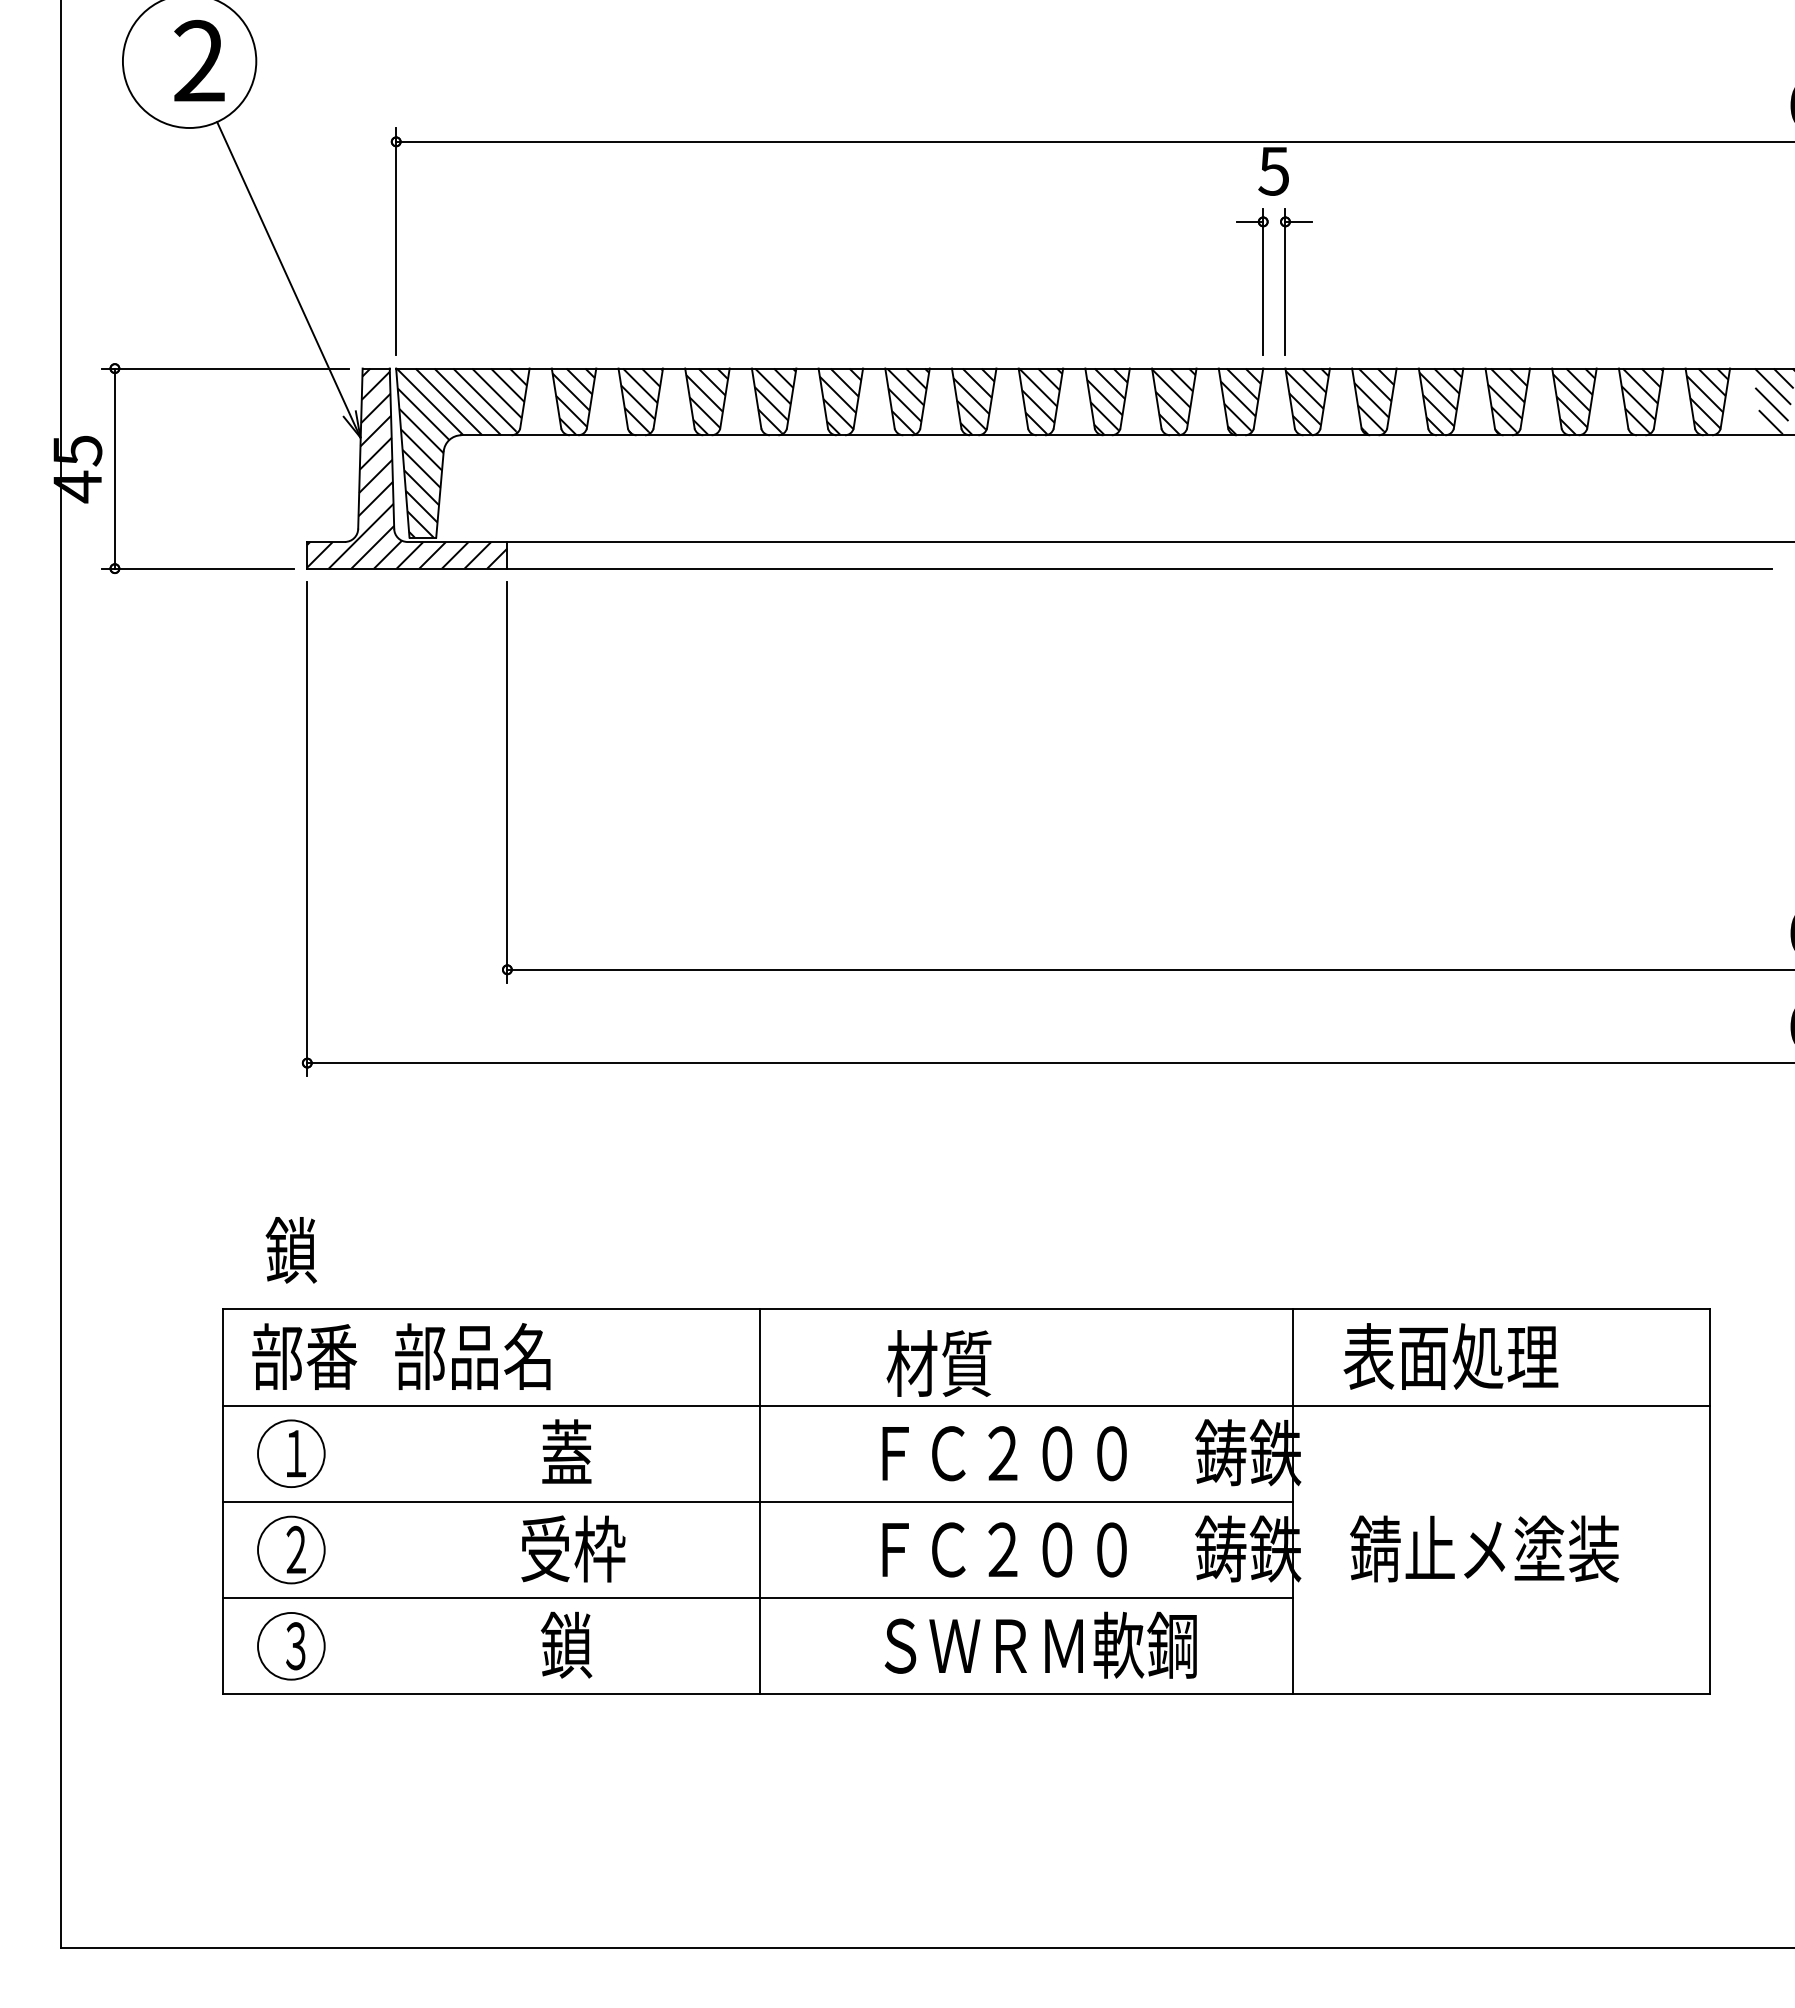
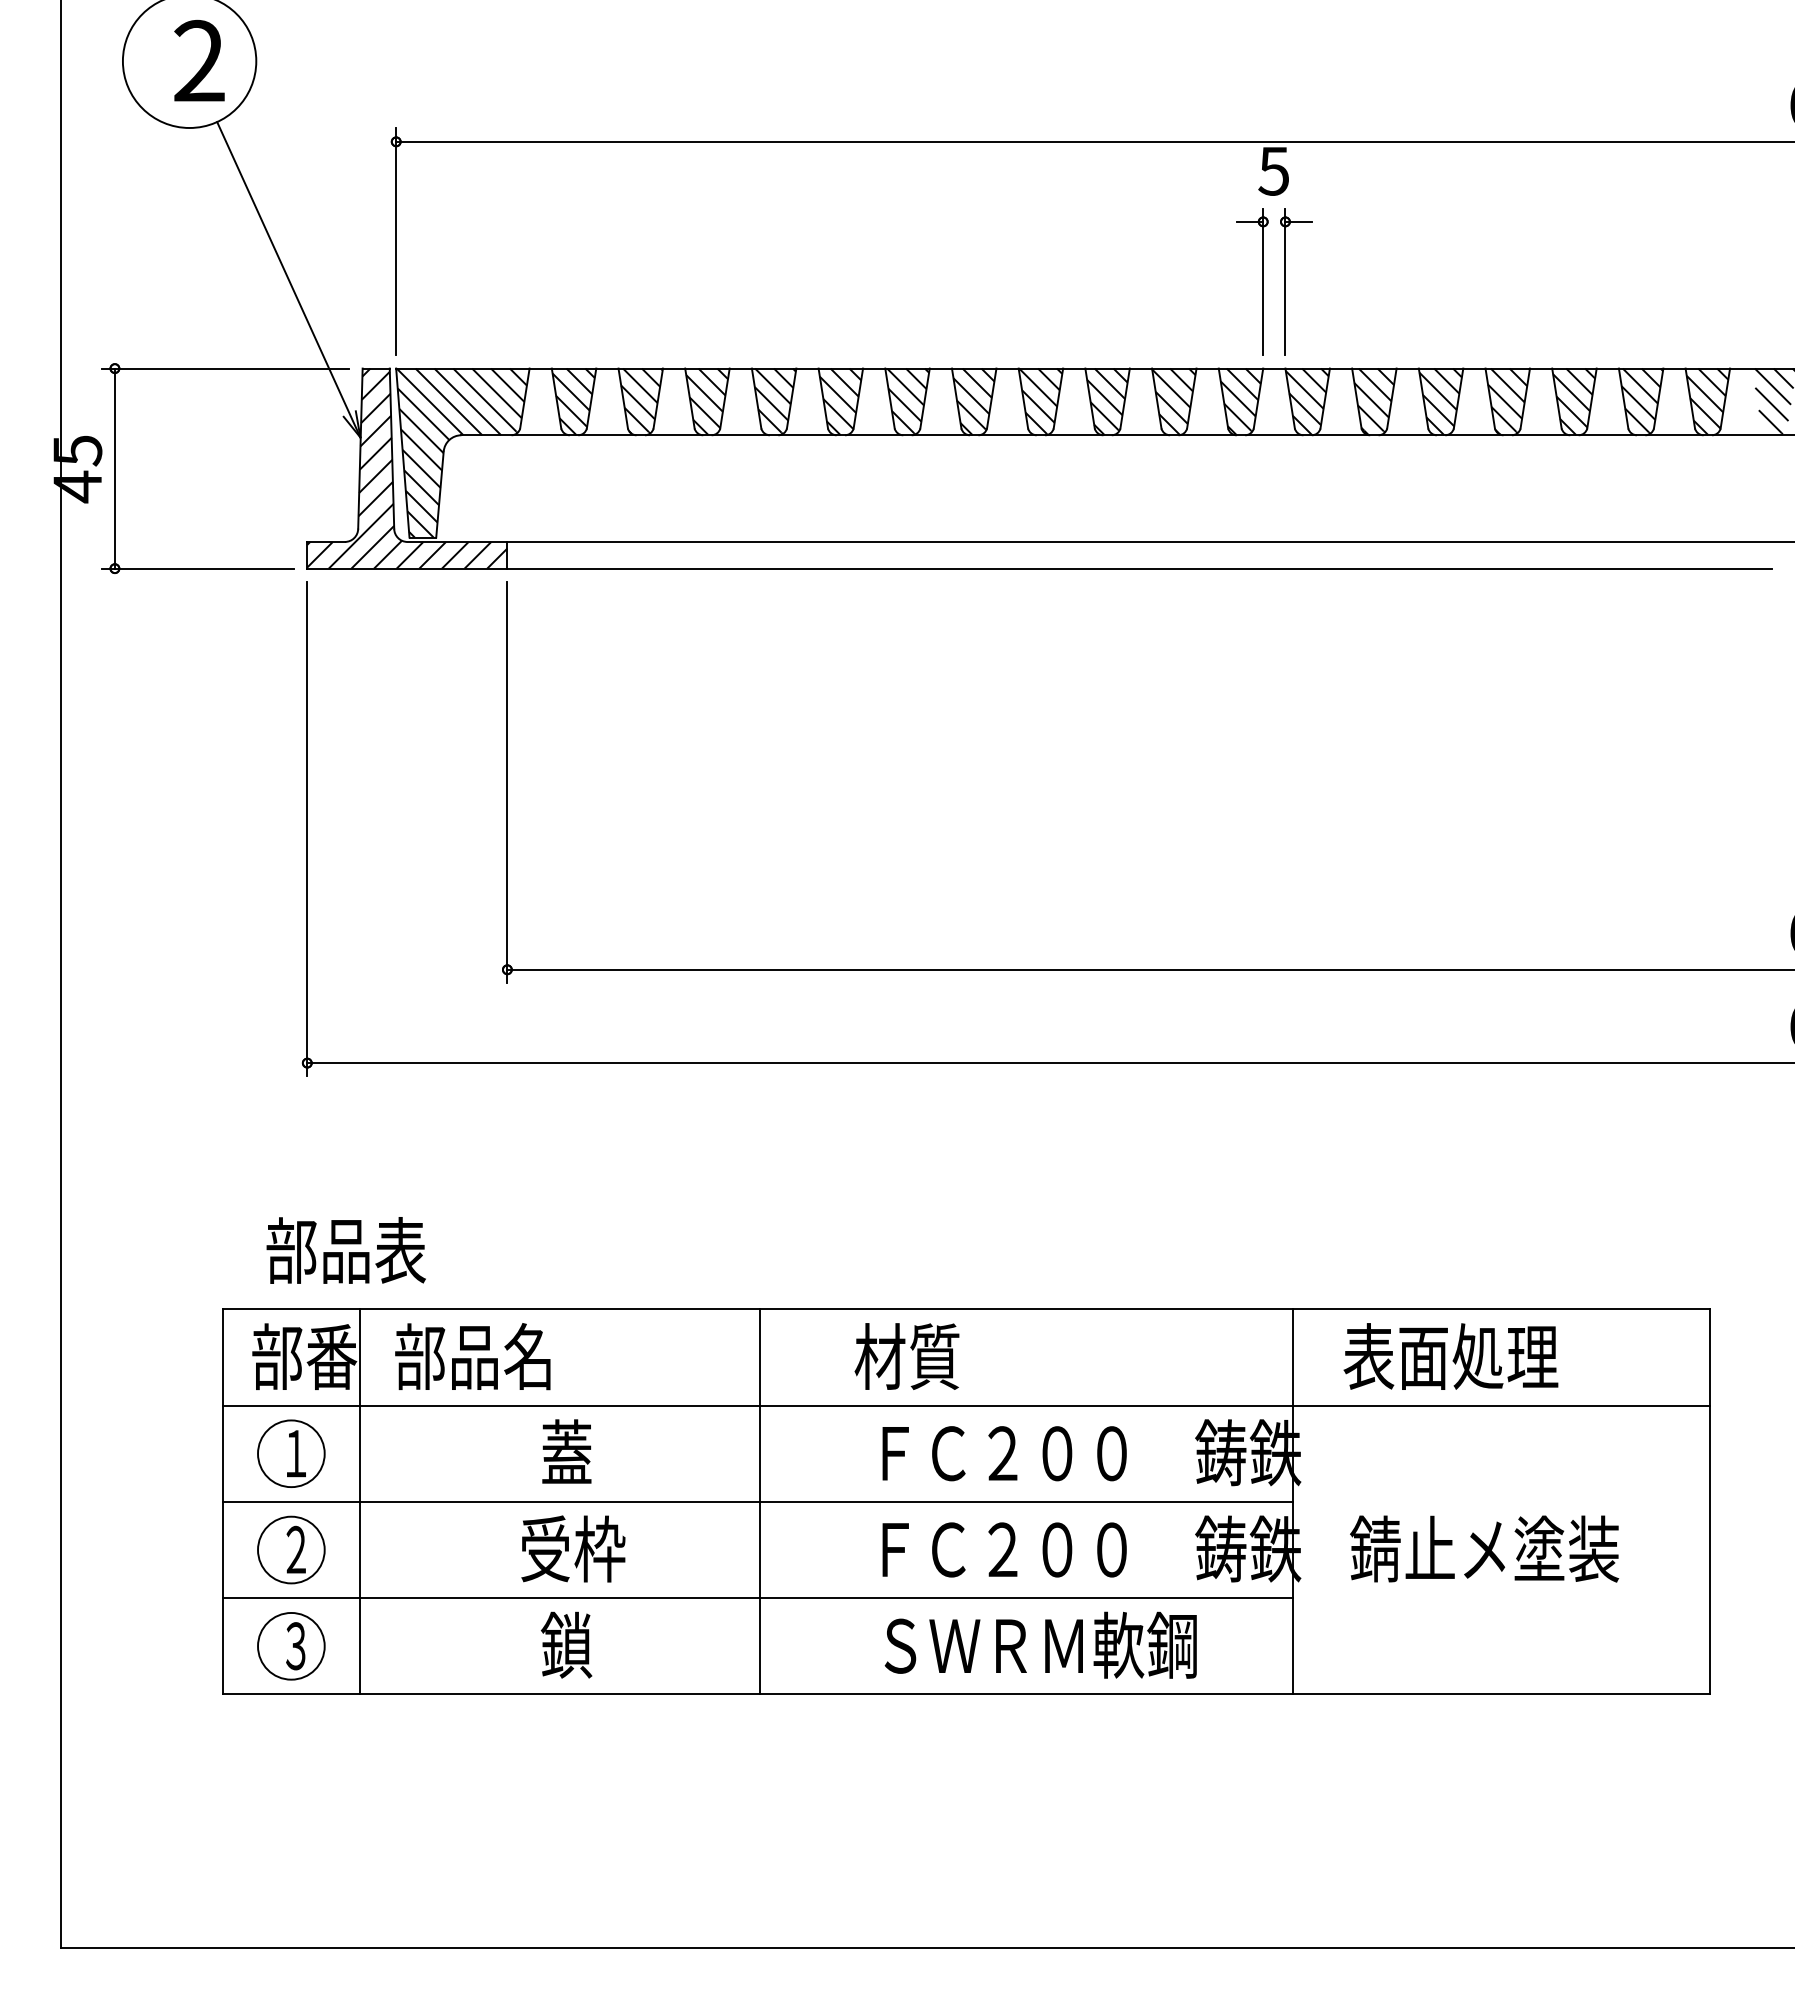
text at (345, 1250): 鎖 -> 部品表
text at (938, 1363) position: (938, 1363) -> (906, 1356)
line at (359, 1501): none -> present
